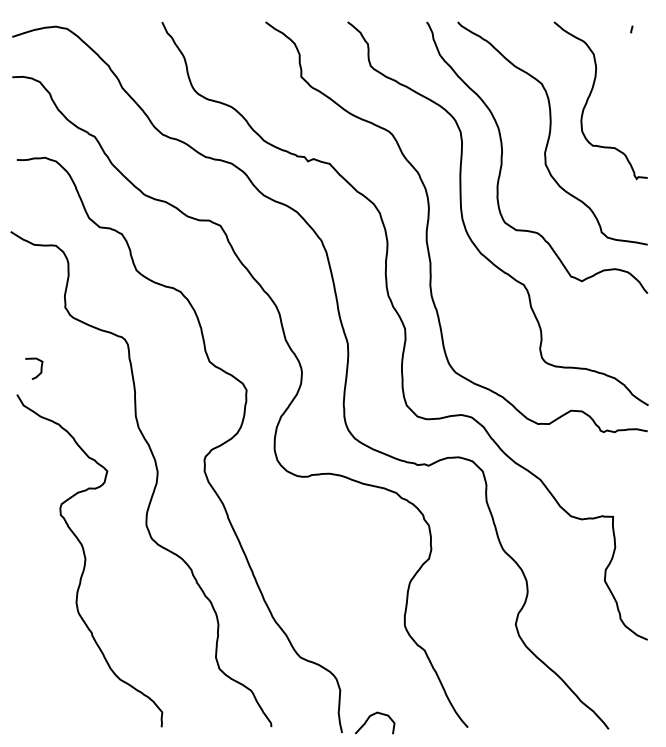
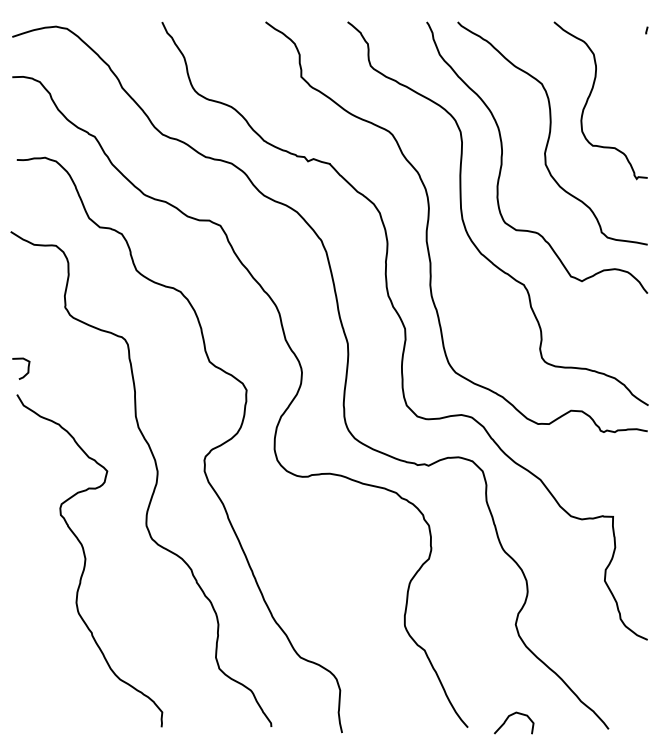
line at (631, 29) position: (631, 29) -> (646, 30)
curve at (40, 368) position: (40, 368) -> (27, 368)
curve at (370, 717) position: (370, 717) -> (509, 717)
